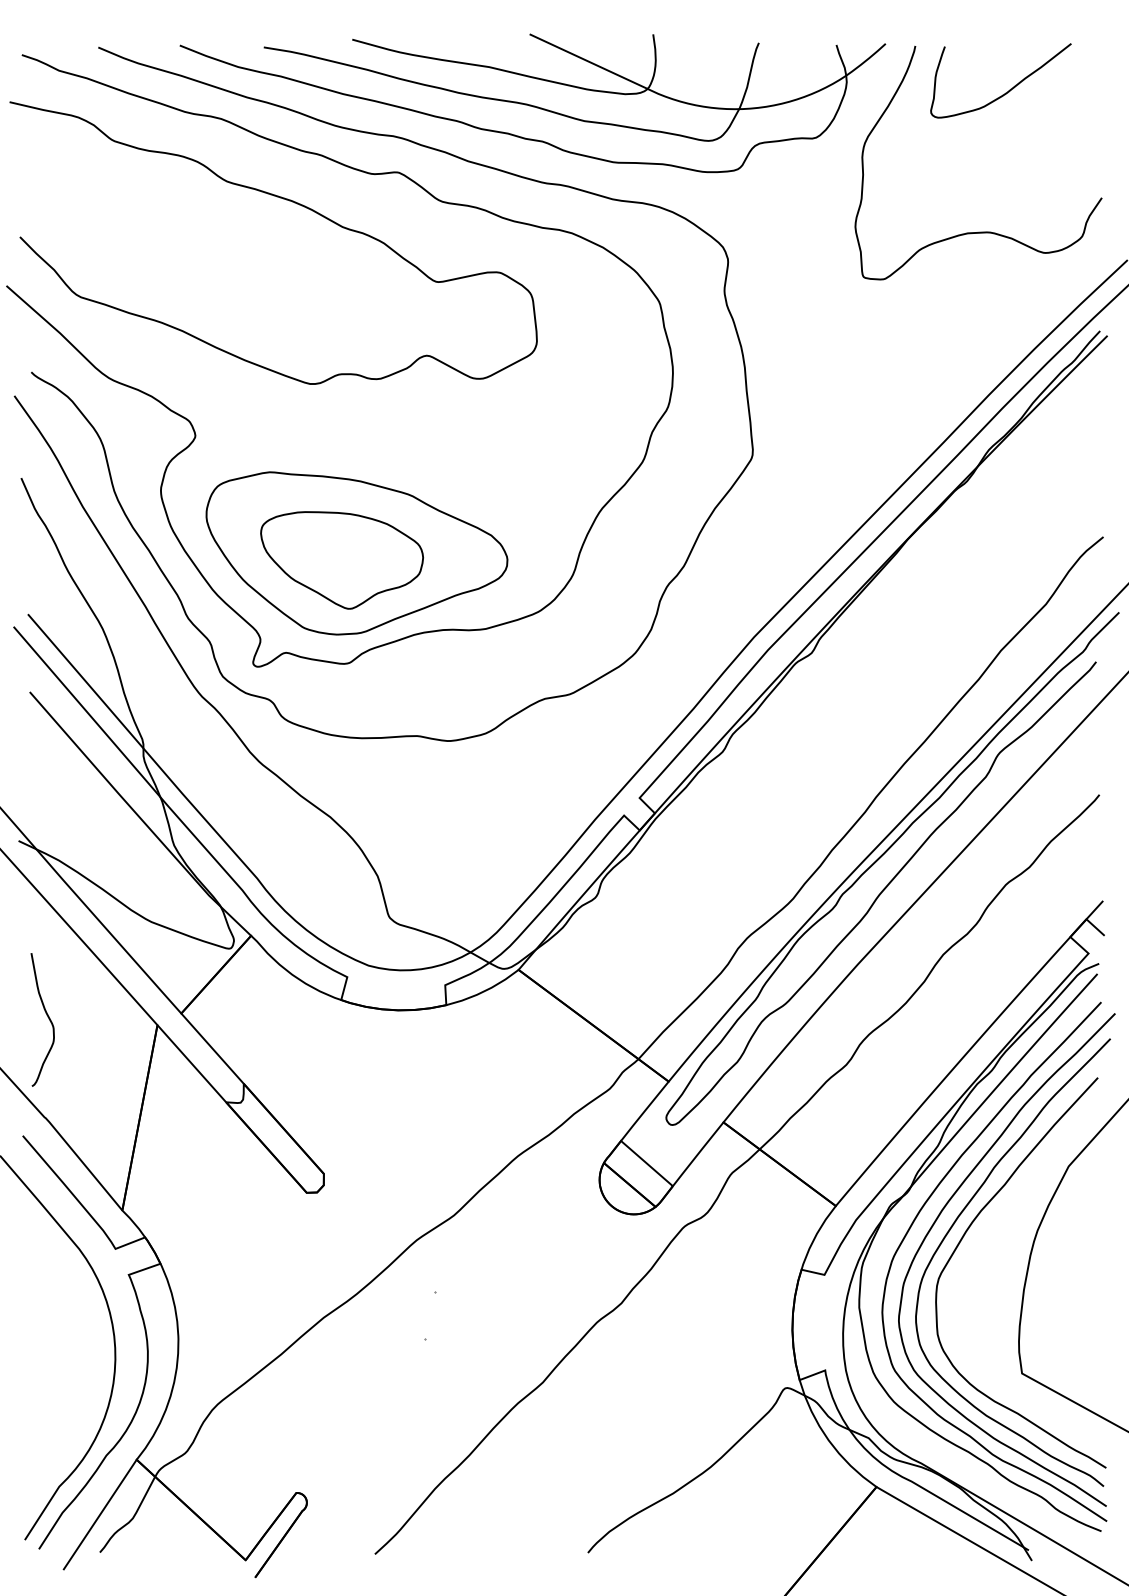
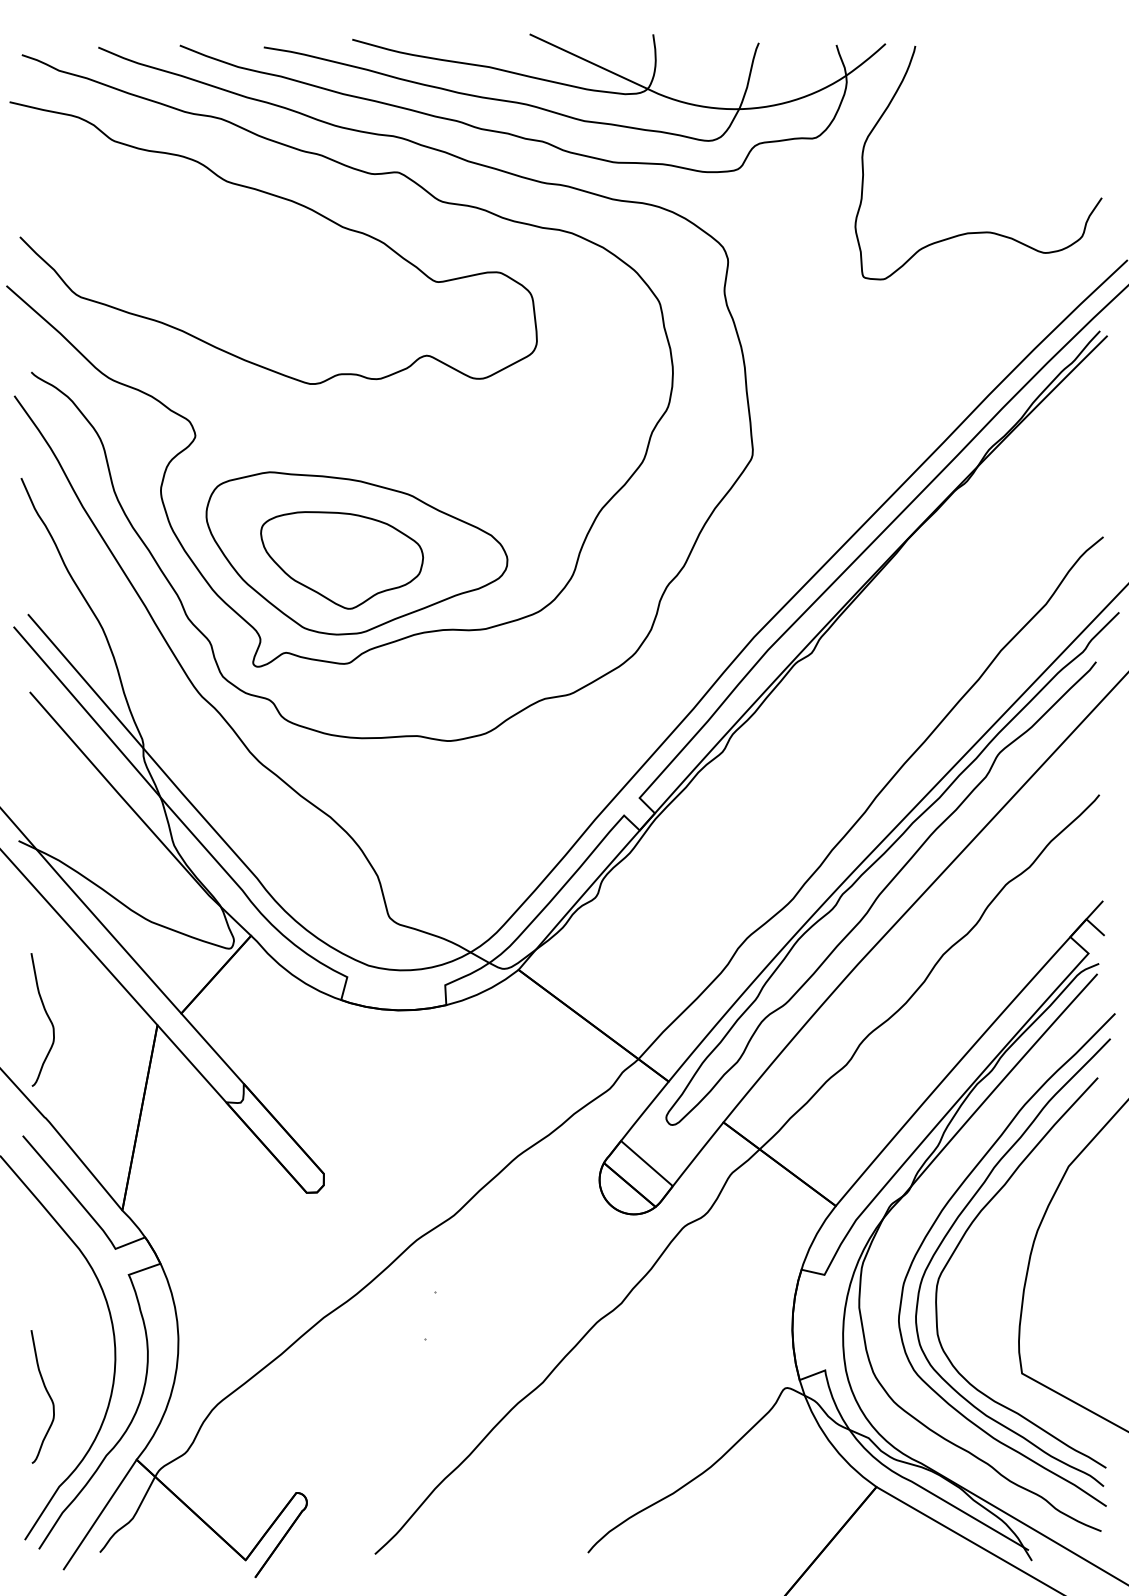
curve at (1009, 89): present -> none
curve at (917, 1217): present -> none
curve at (47, 1394): none -> present
